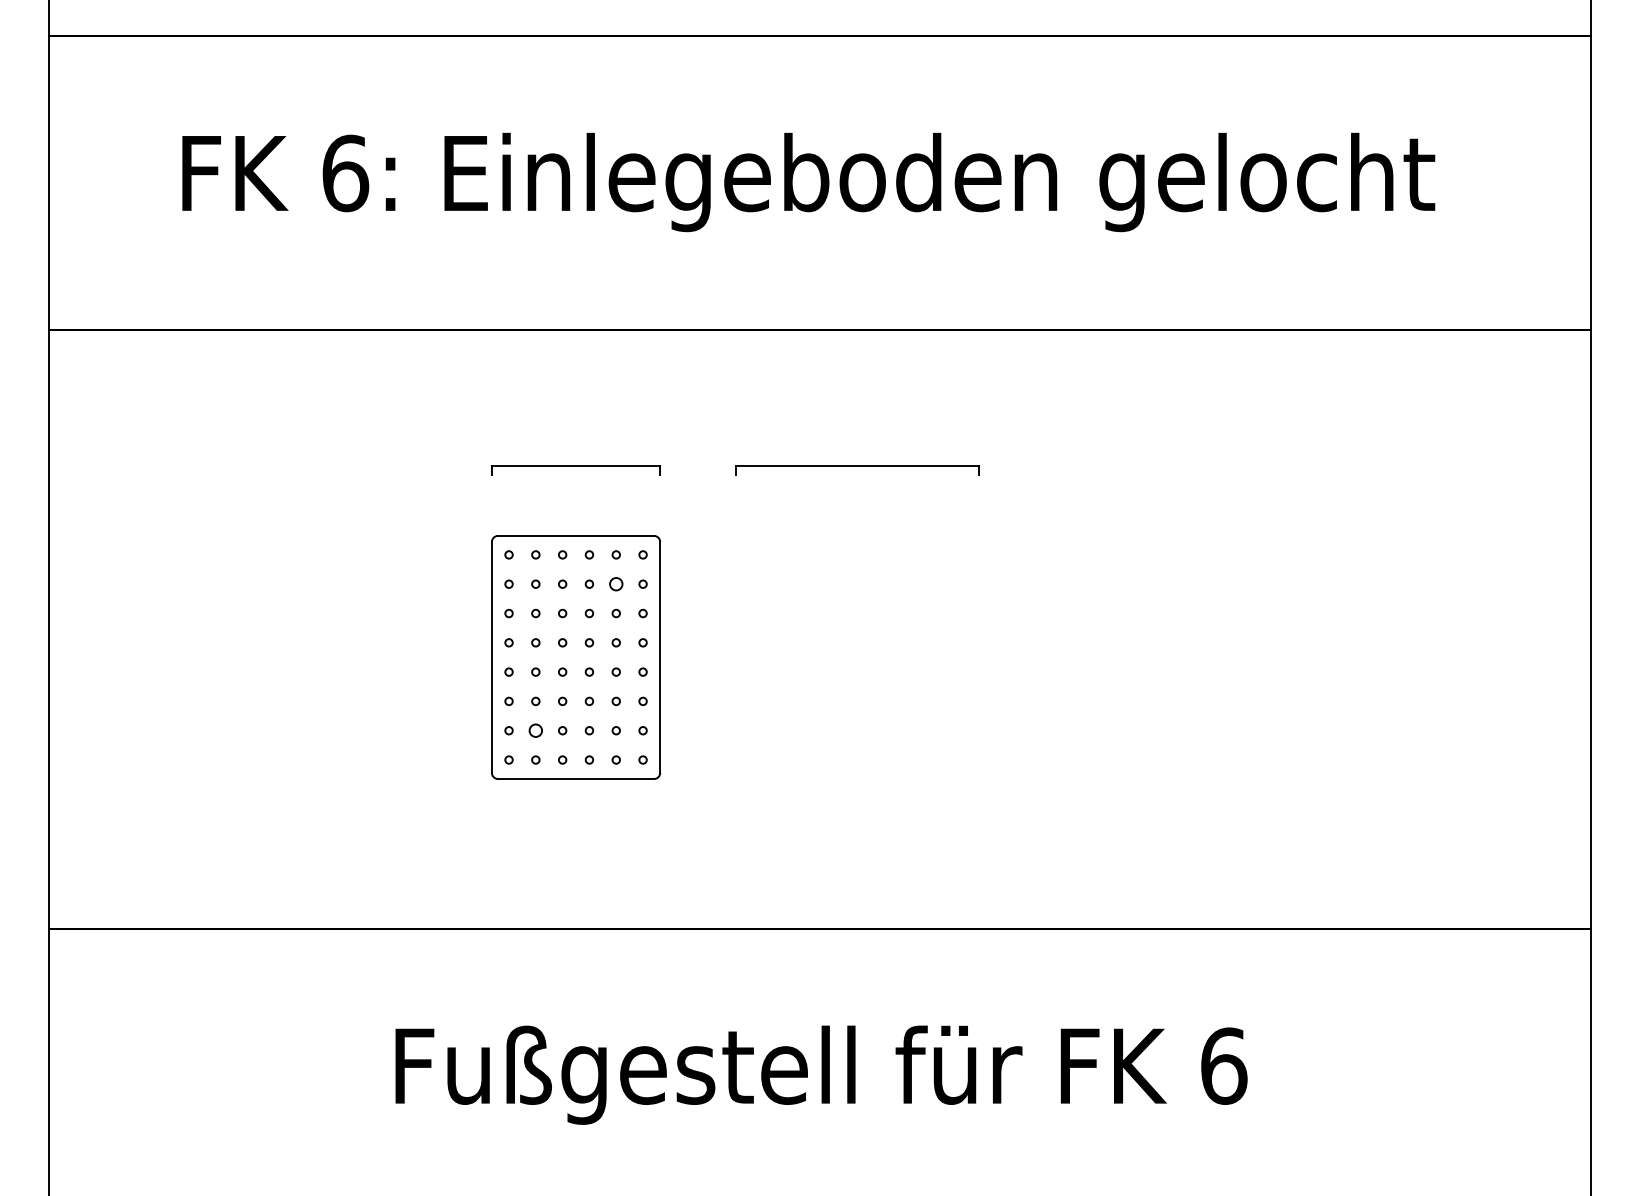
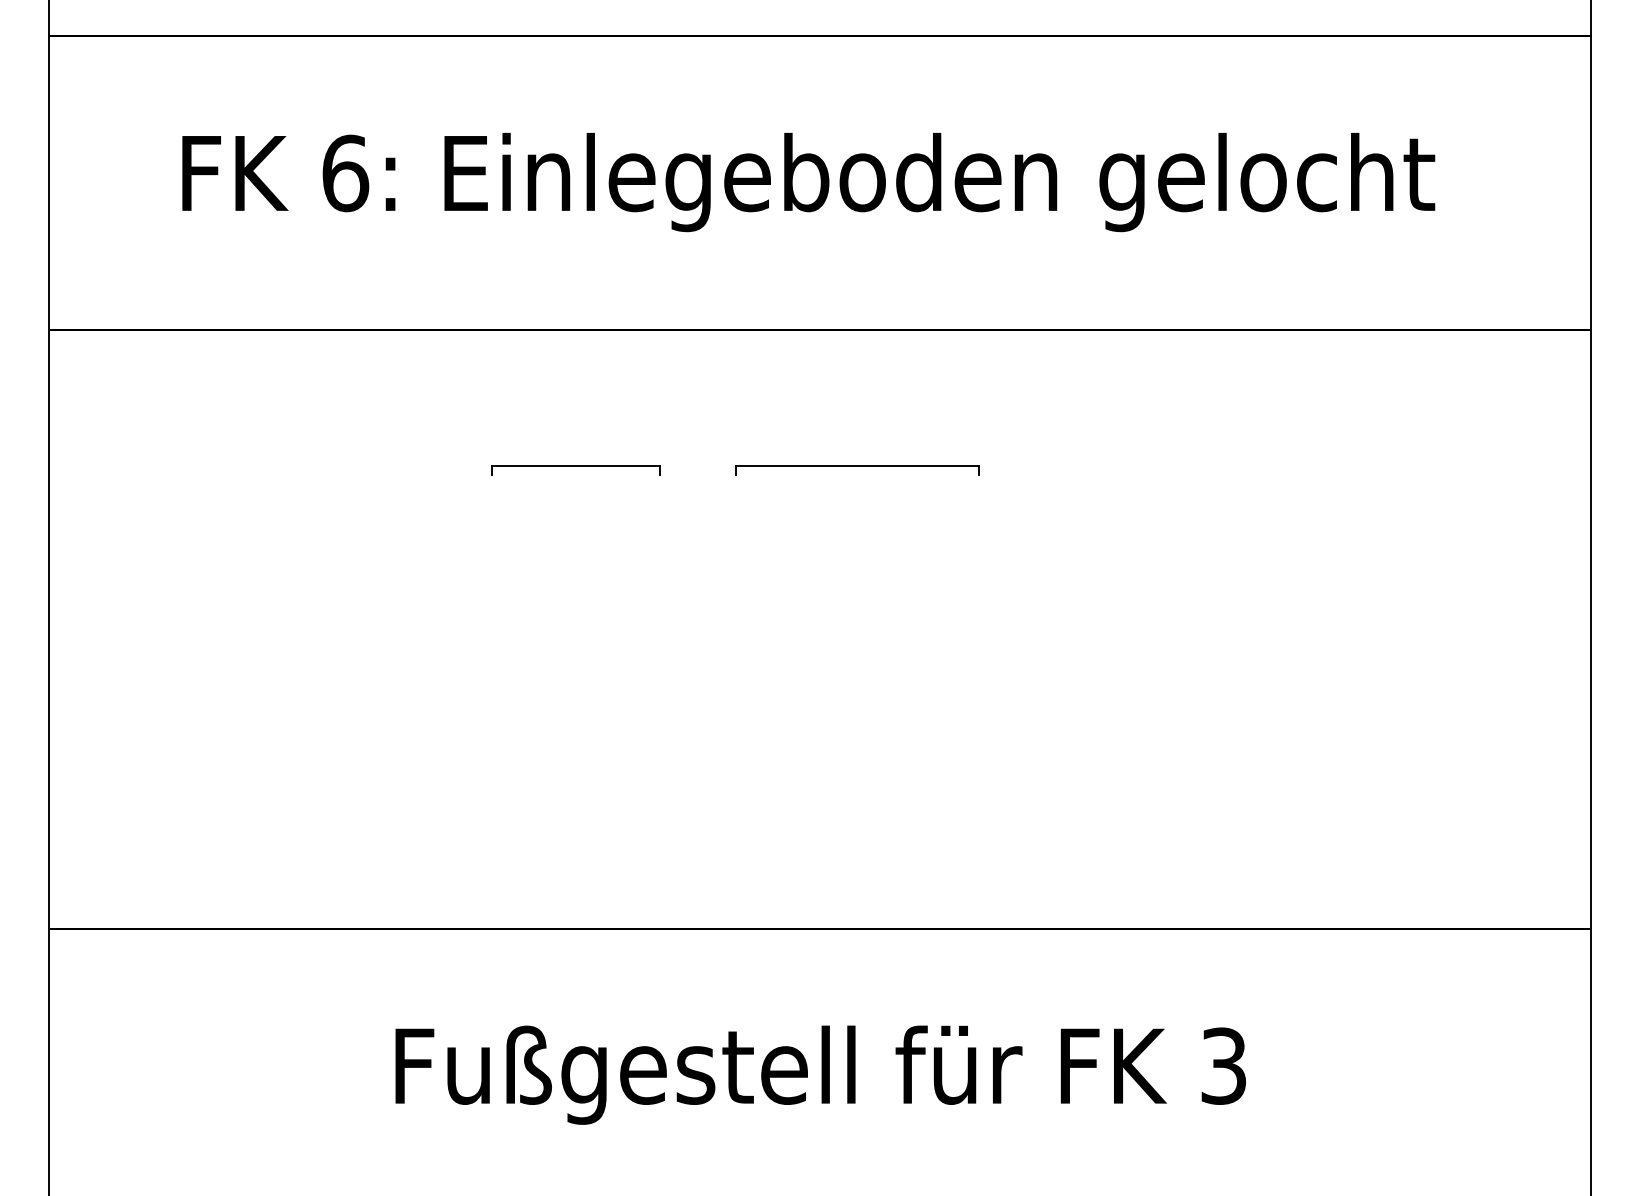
part at (576, 657): present -> none
text at (1224, 1065): 6 -> 3
